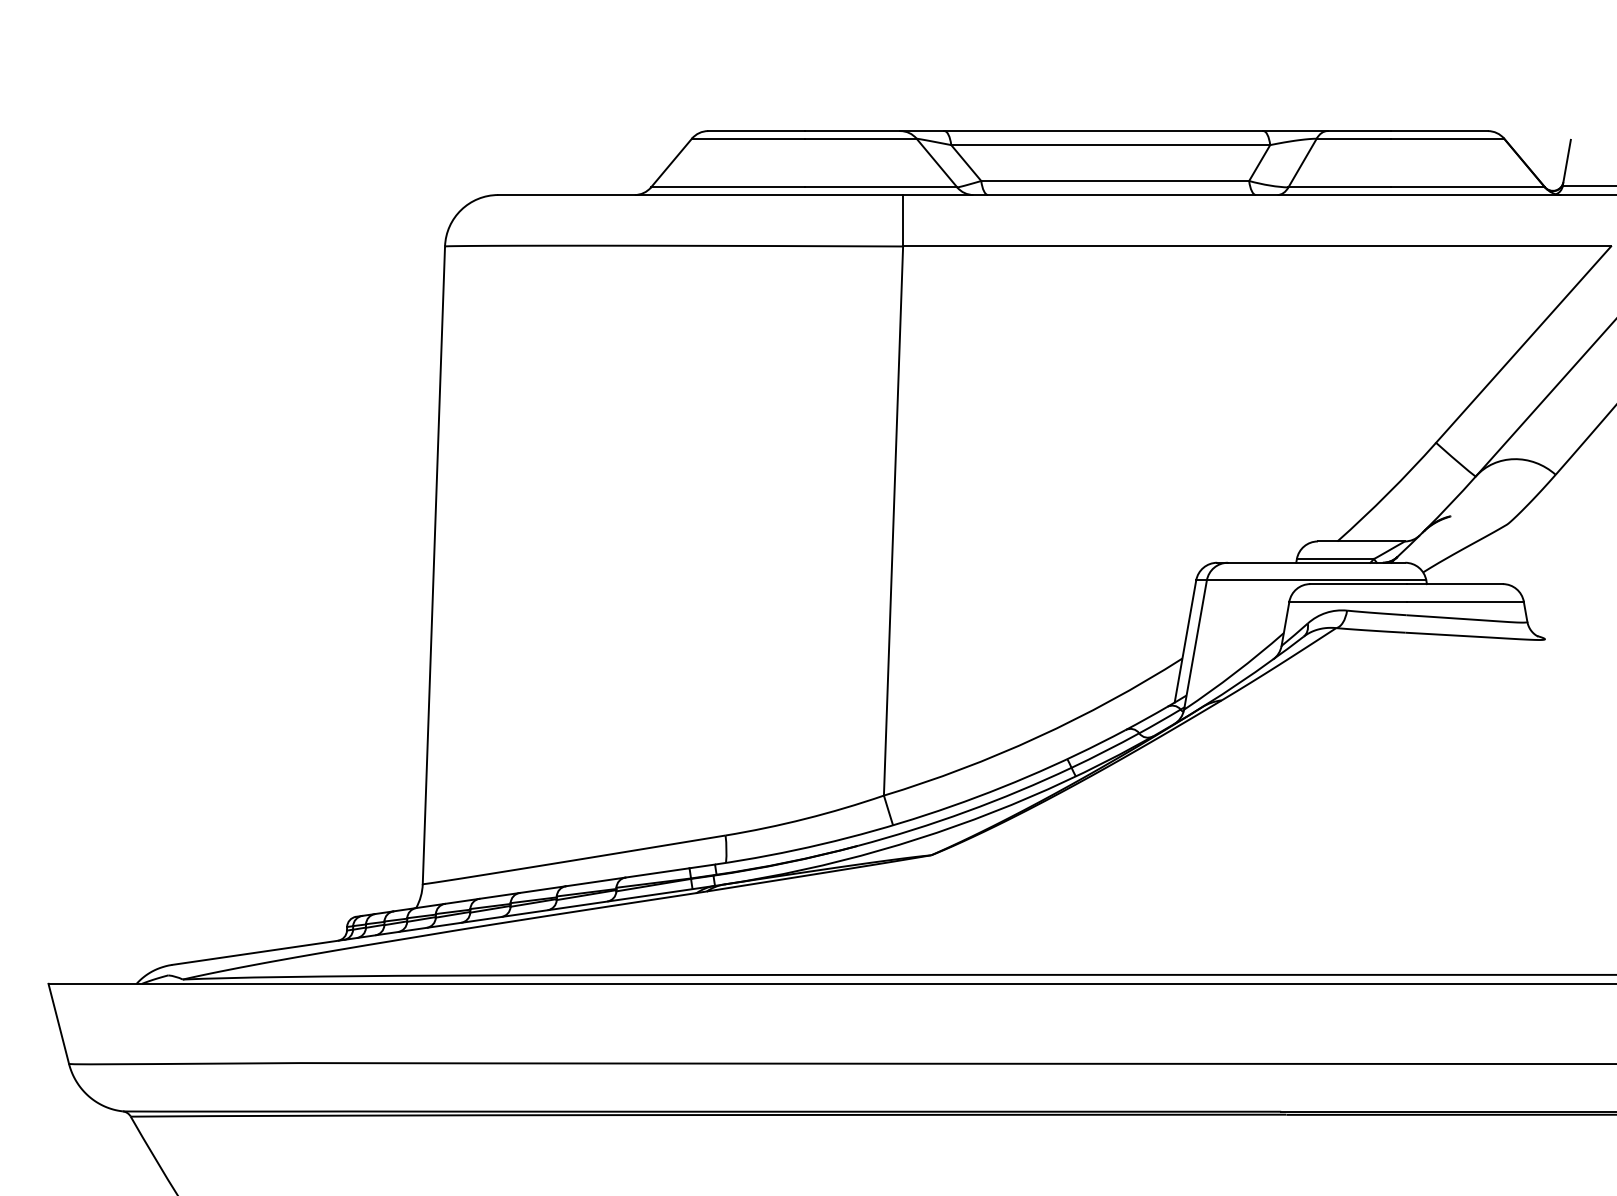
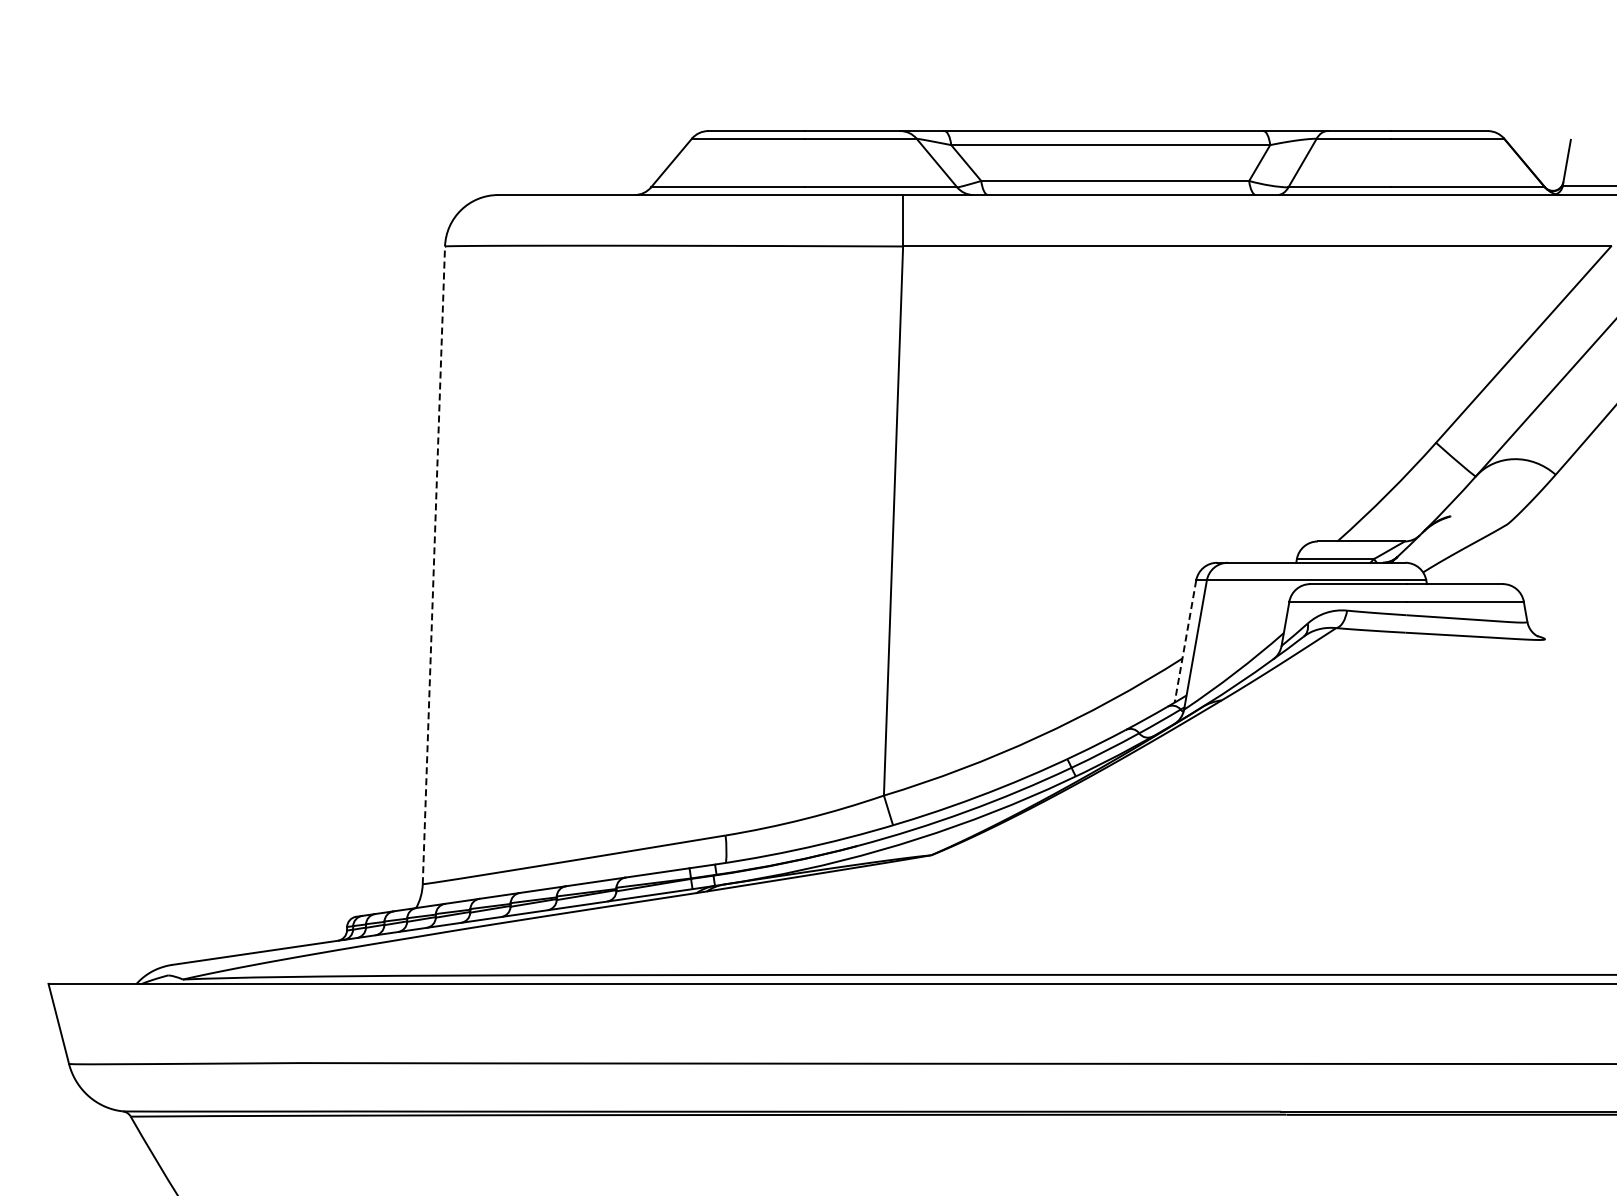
line at (433, 564): solid -> dashed
line at (1185, 641): solid -> dashed
